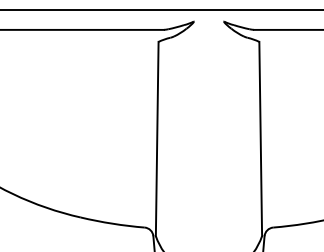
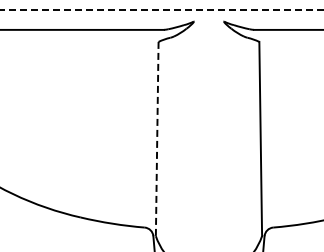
line at (162, 9): solid -> dashed
line at (157, 139): solid -> dashed
